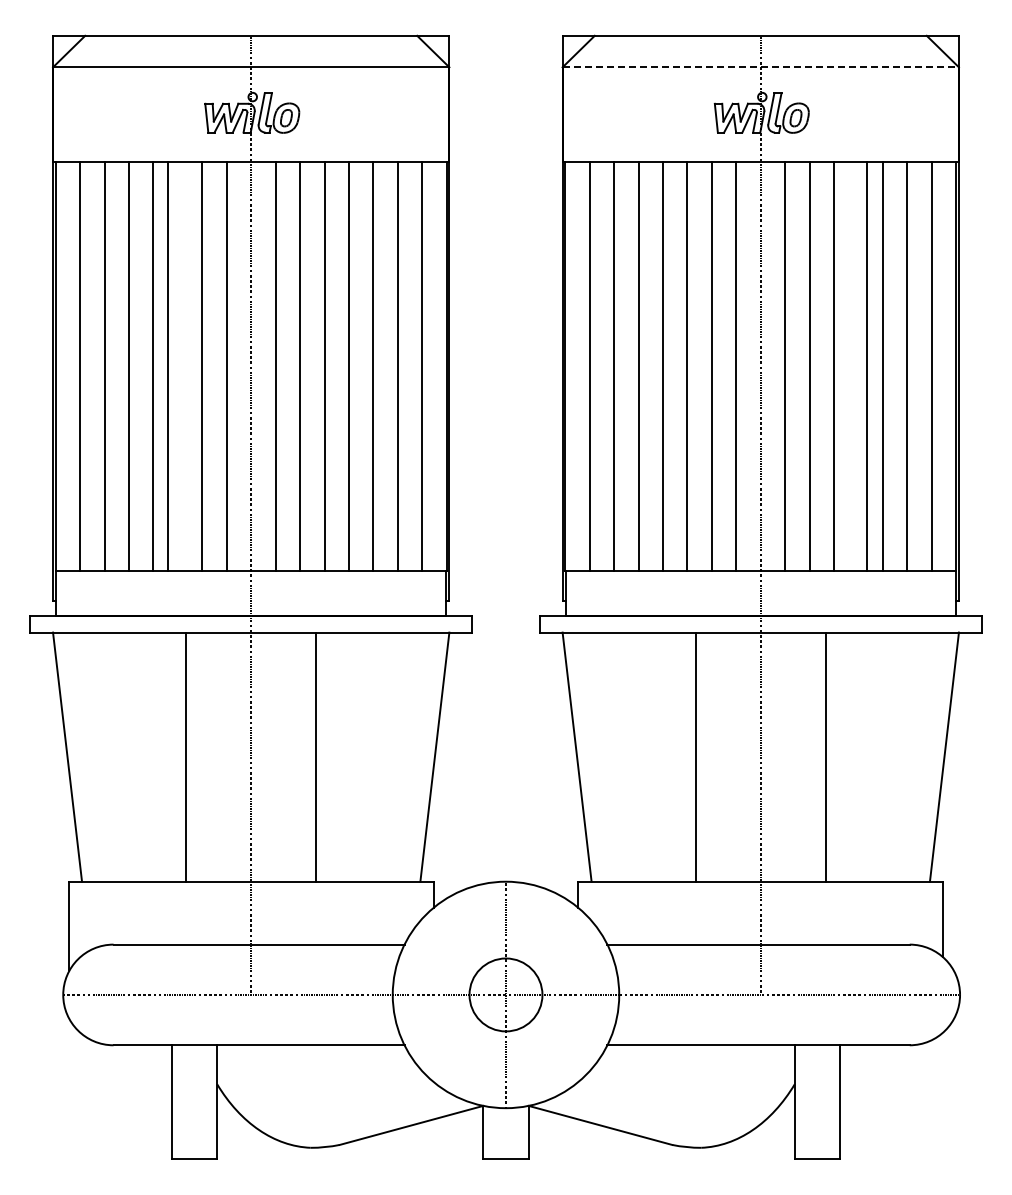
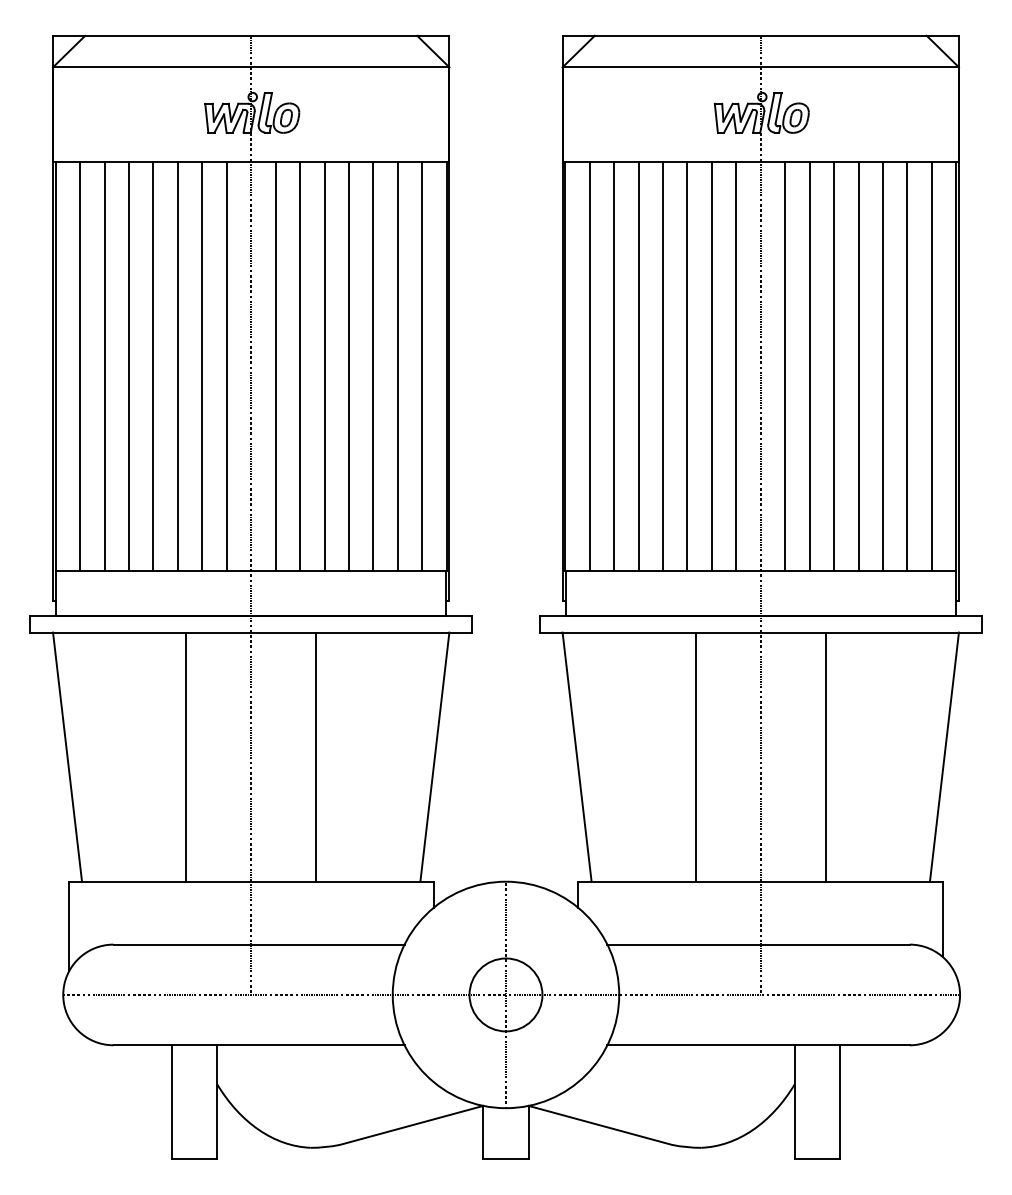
line at (761, 67): dashed -> solid
line at (167, 365) position: (167, 365) -> (177, 365)
line at (866, 365) position: (866, 365) -> (858, 365)
